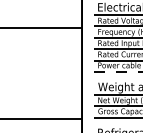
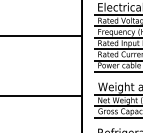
line at (42, 28) position: (42, 28) -> (42, 36)
line at (118, 72): dashed -> solid
line at (42, 118) position: (42, 118) -> (42, 95)
